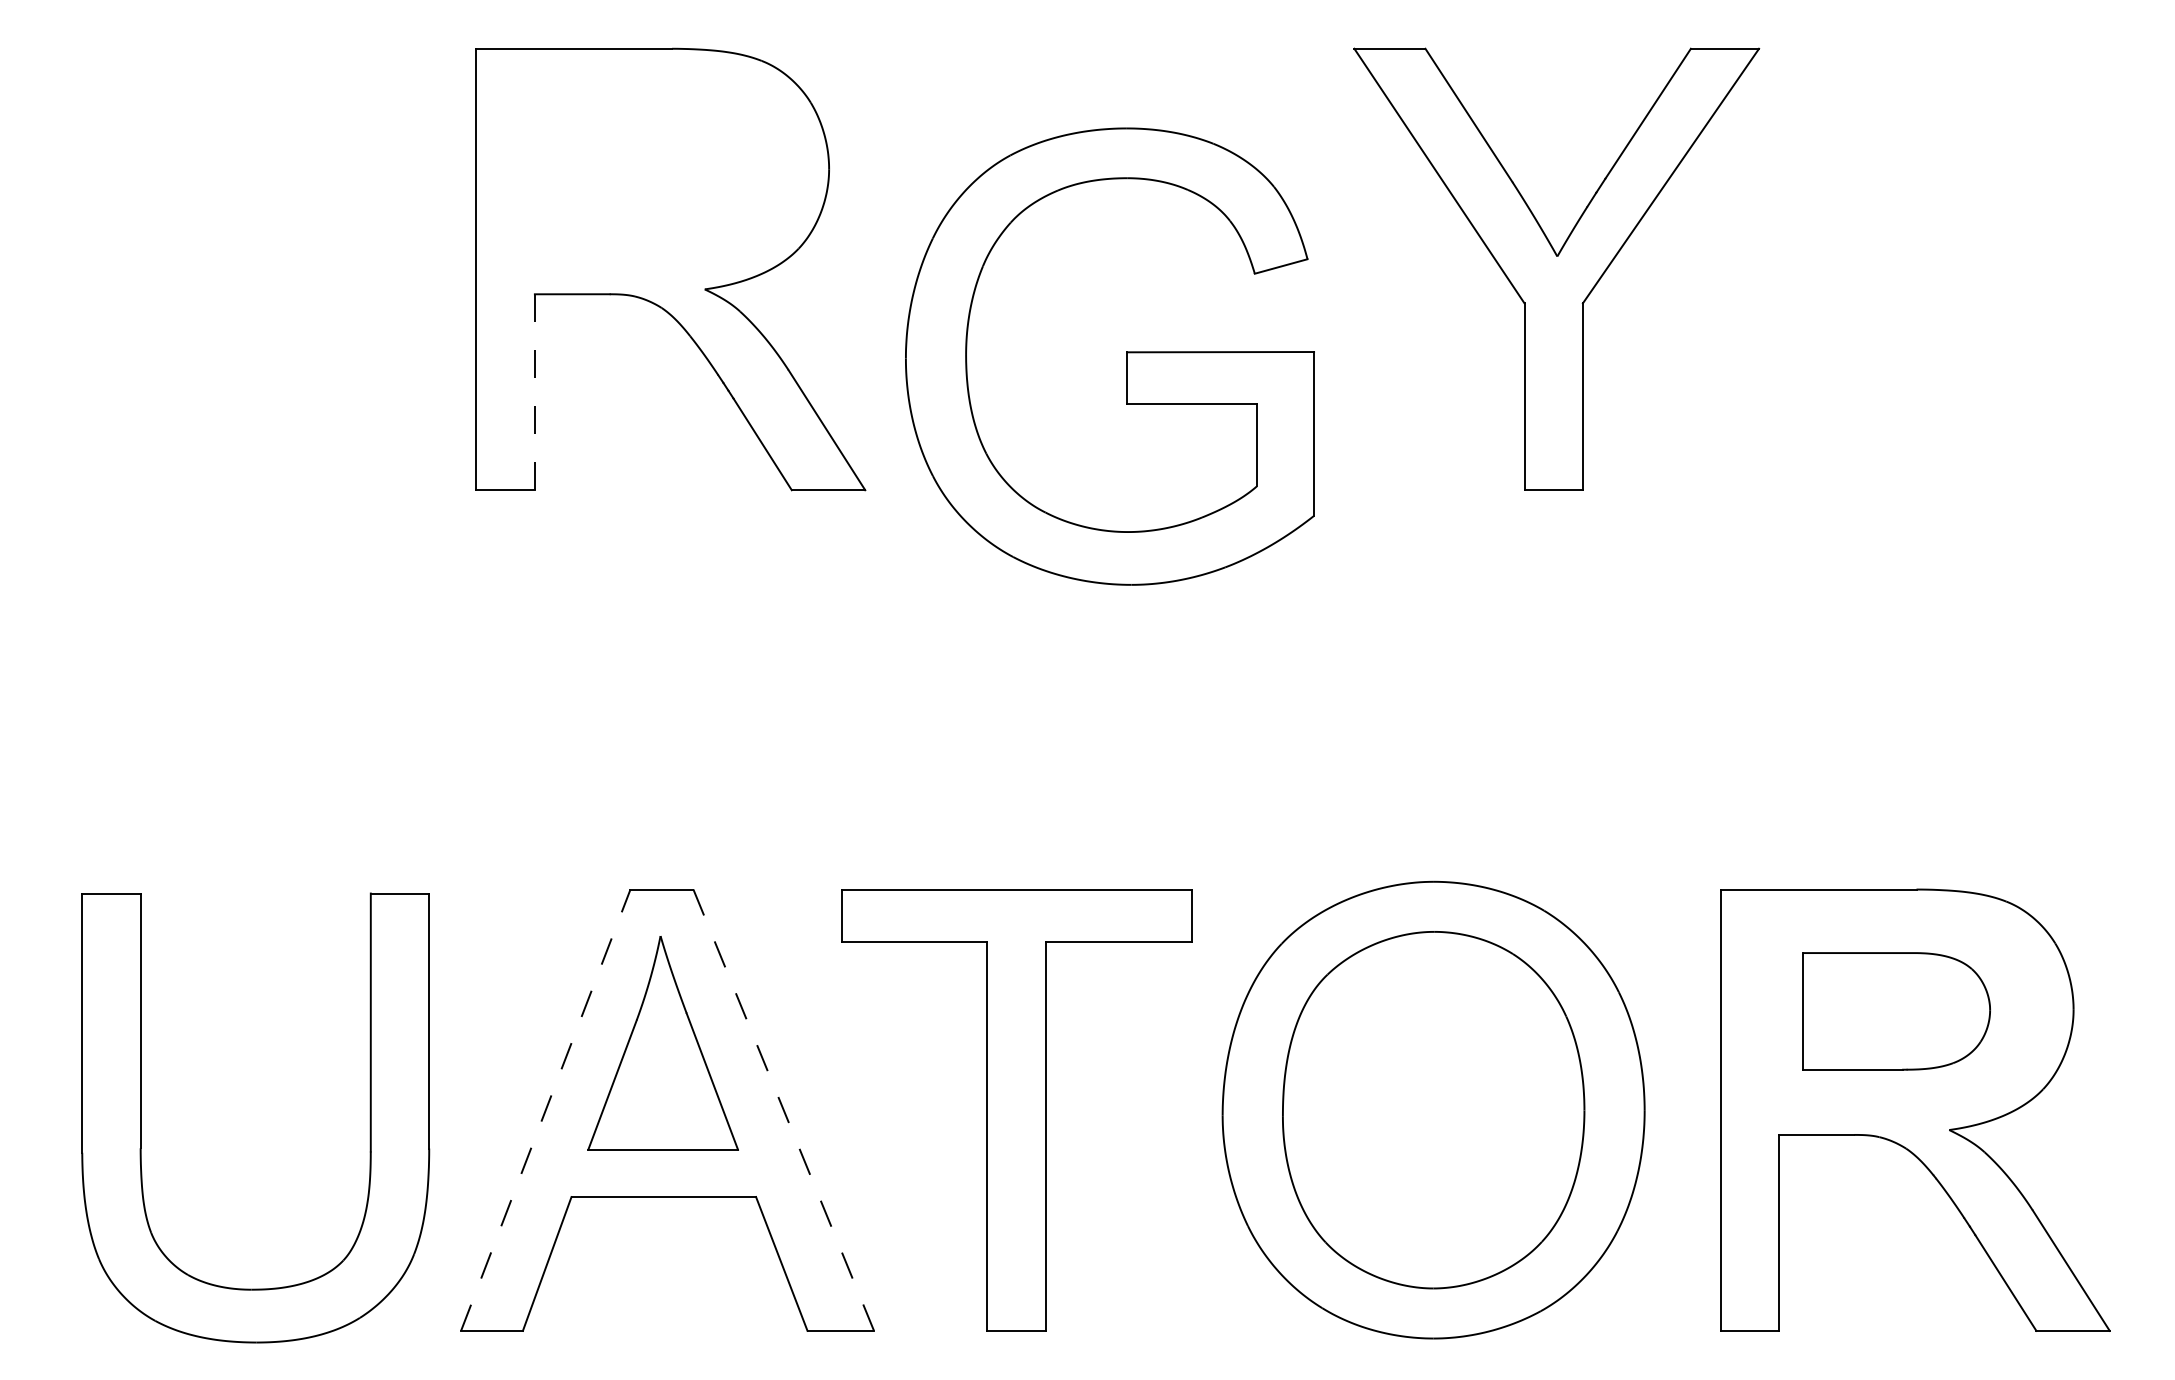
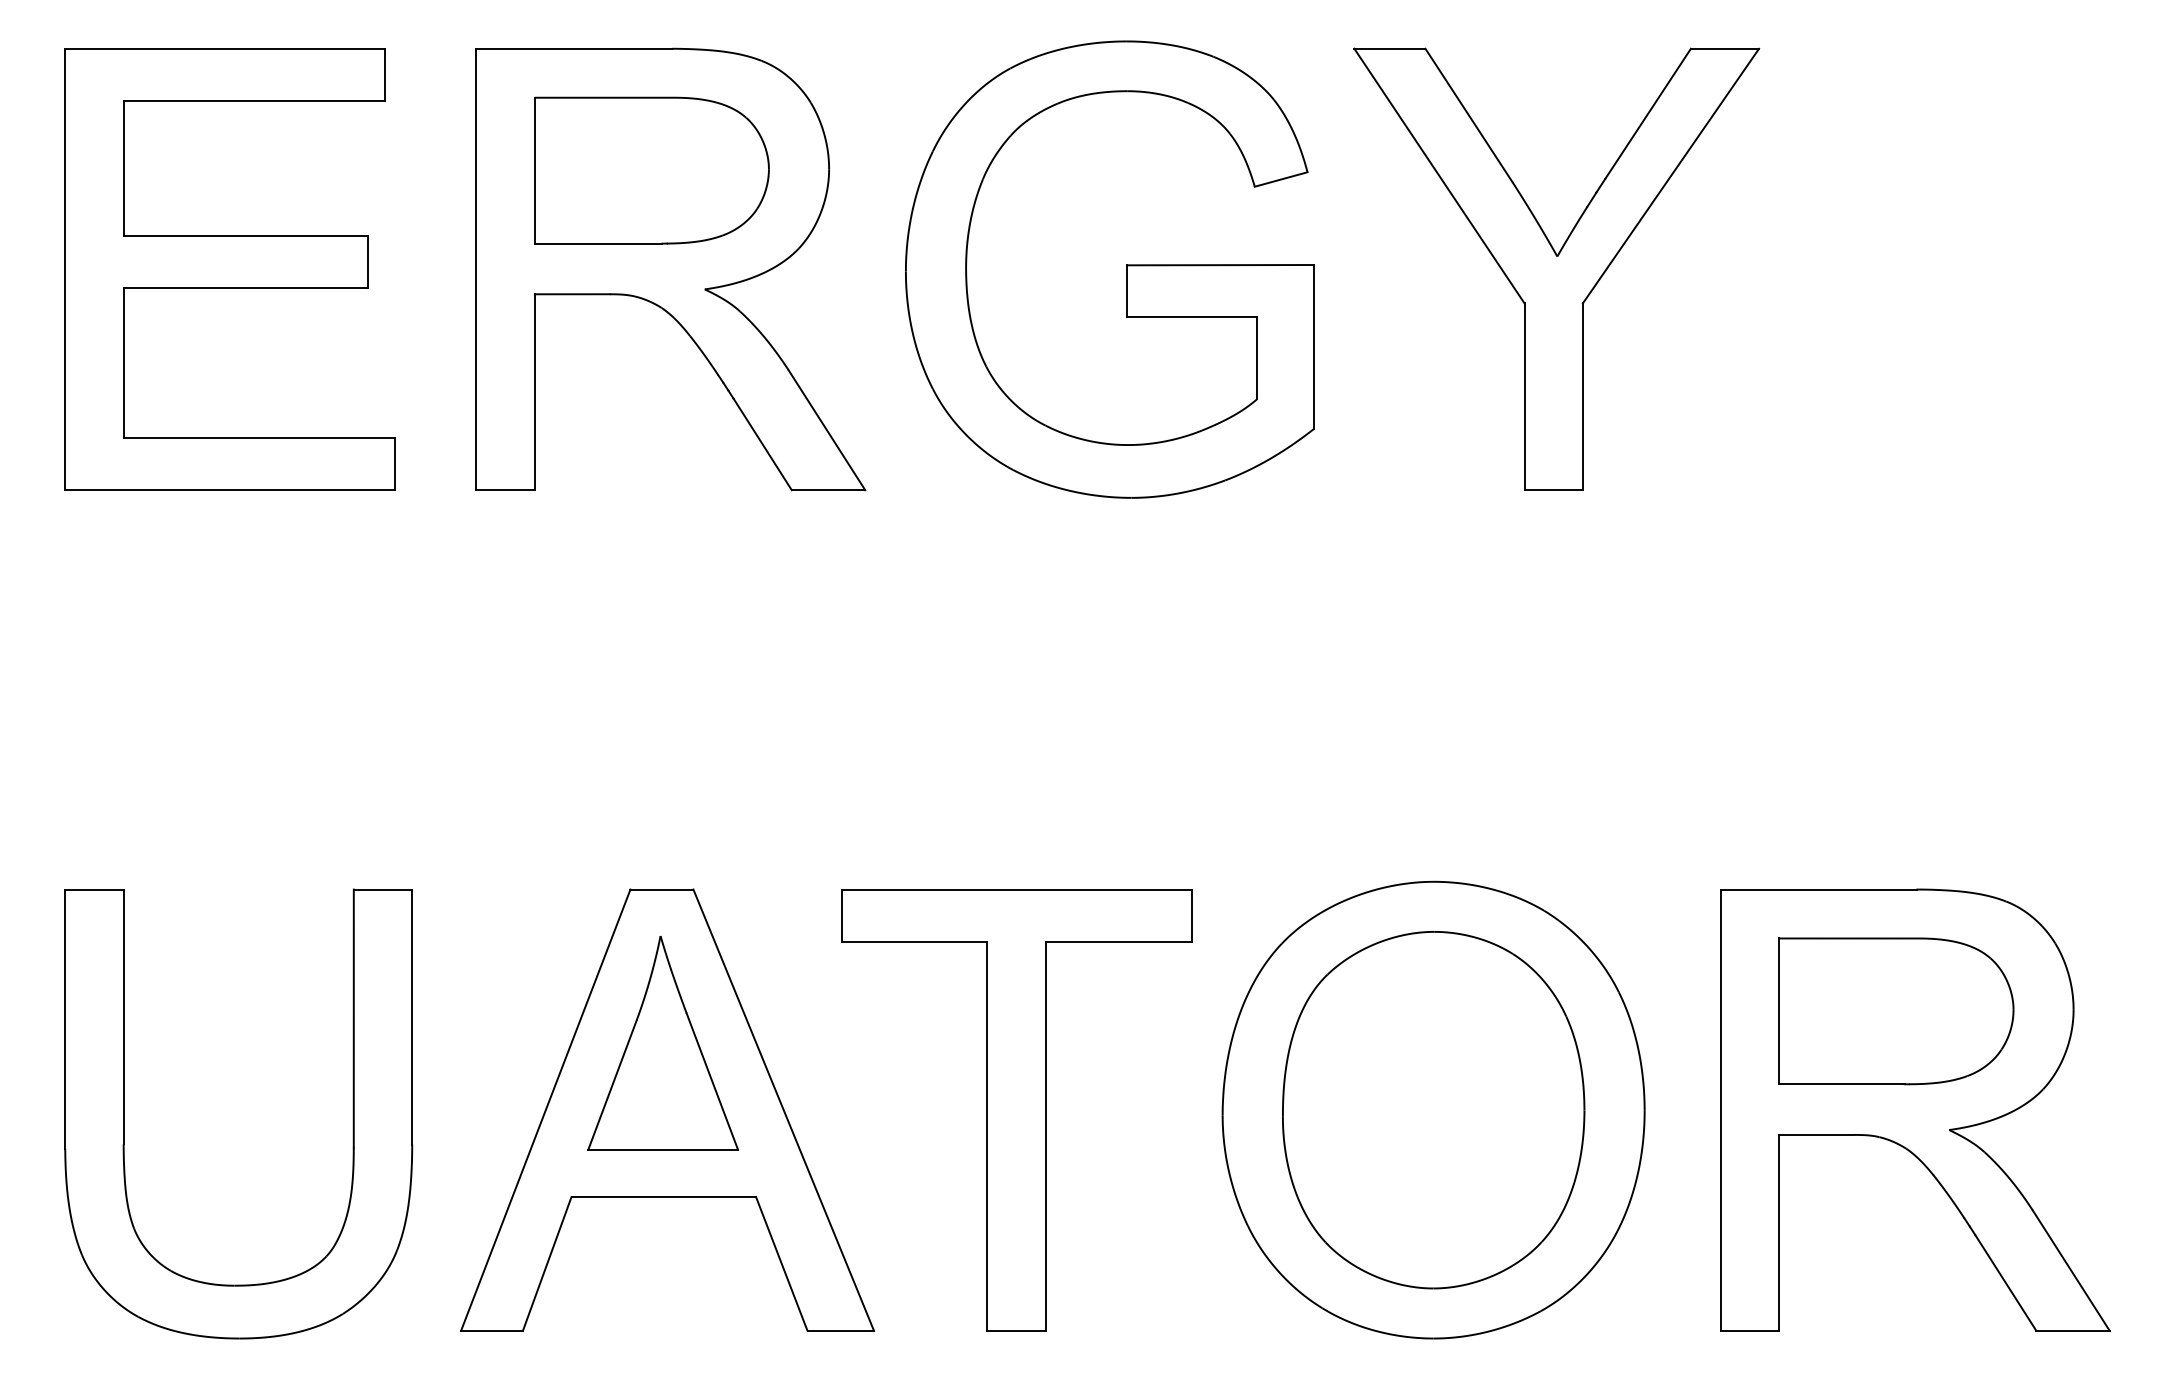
part at (651, 170): none -> present
part at (229, 269): none -> present
part at (1126, 356) position: (1126, 356) -> (1126, 269)
line at (534, 392): dashed -> solid
part at (1896, 1011) size: 189x119 px -> 237x149 px
line at (545, 1109): dashed -> solid
line at (783, 1110): dashed -> solid
part at (141, 1117) position: (141, 1117) -> (124, 1113)
